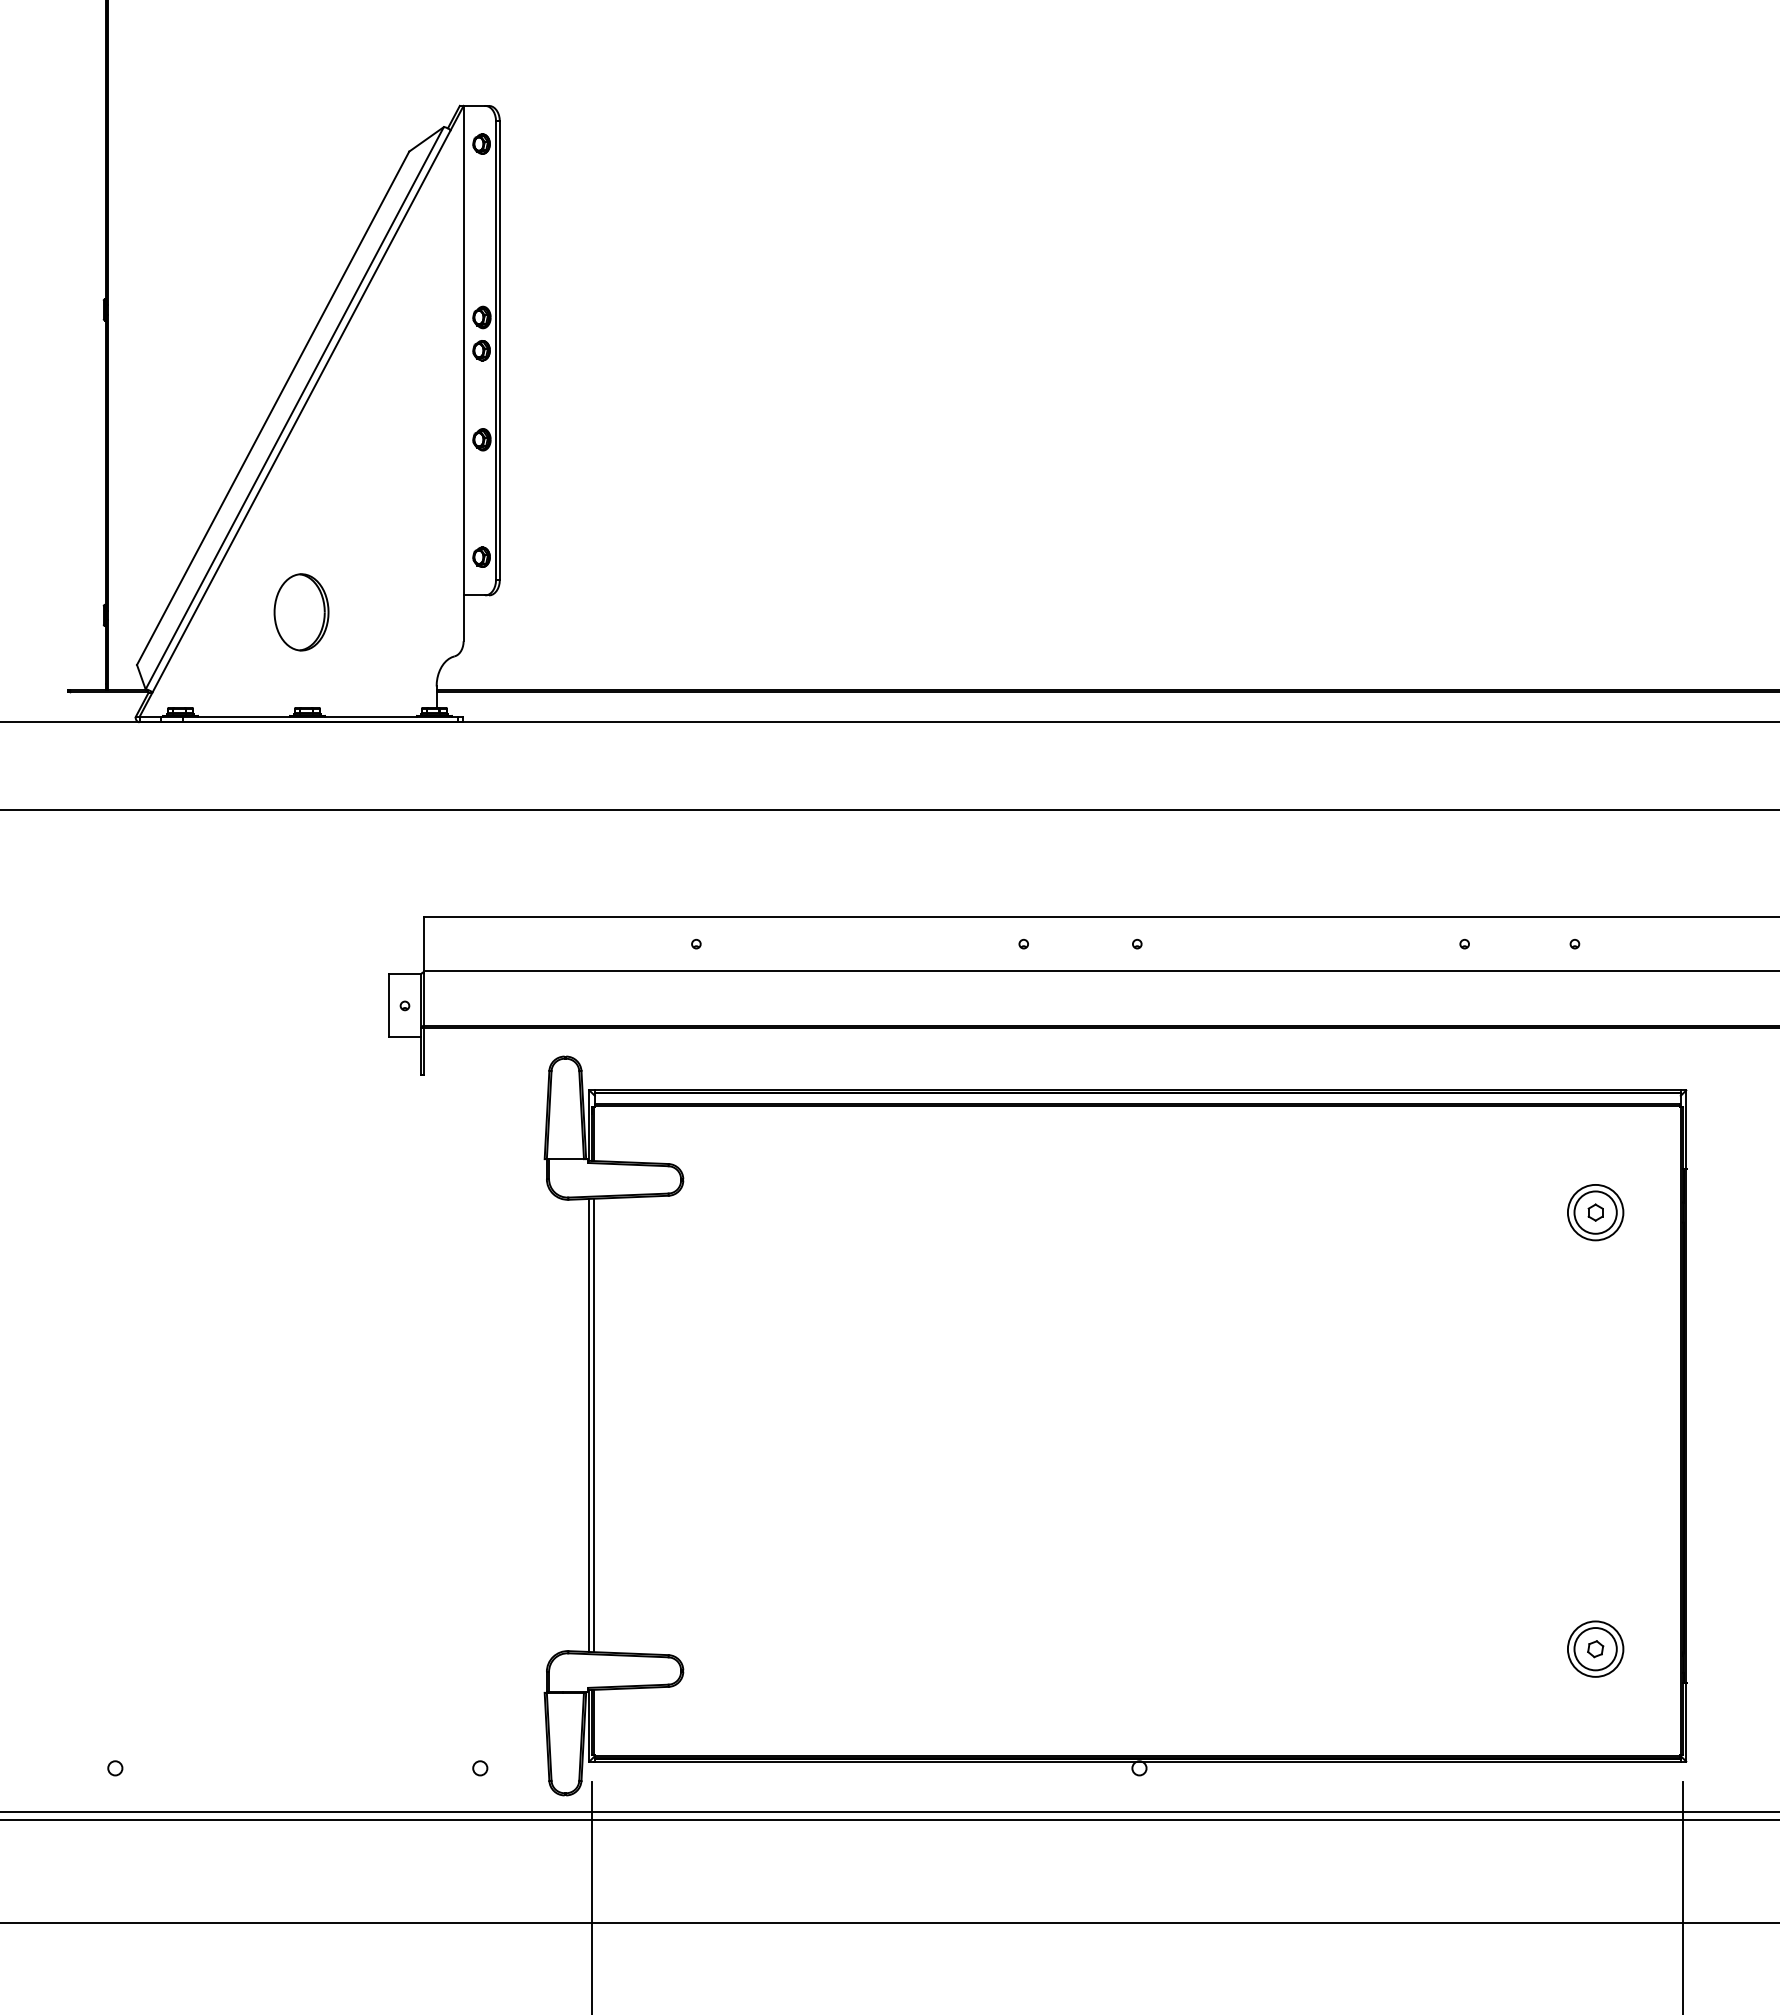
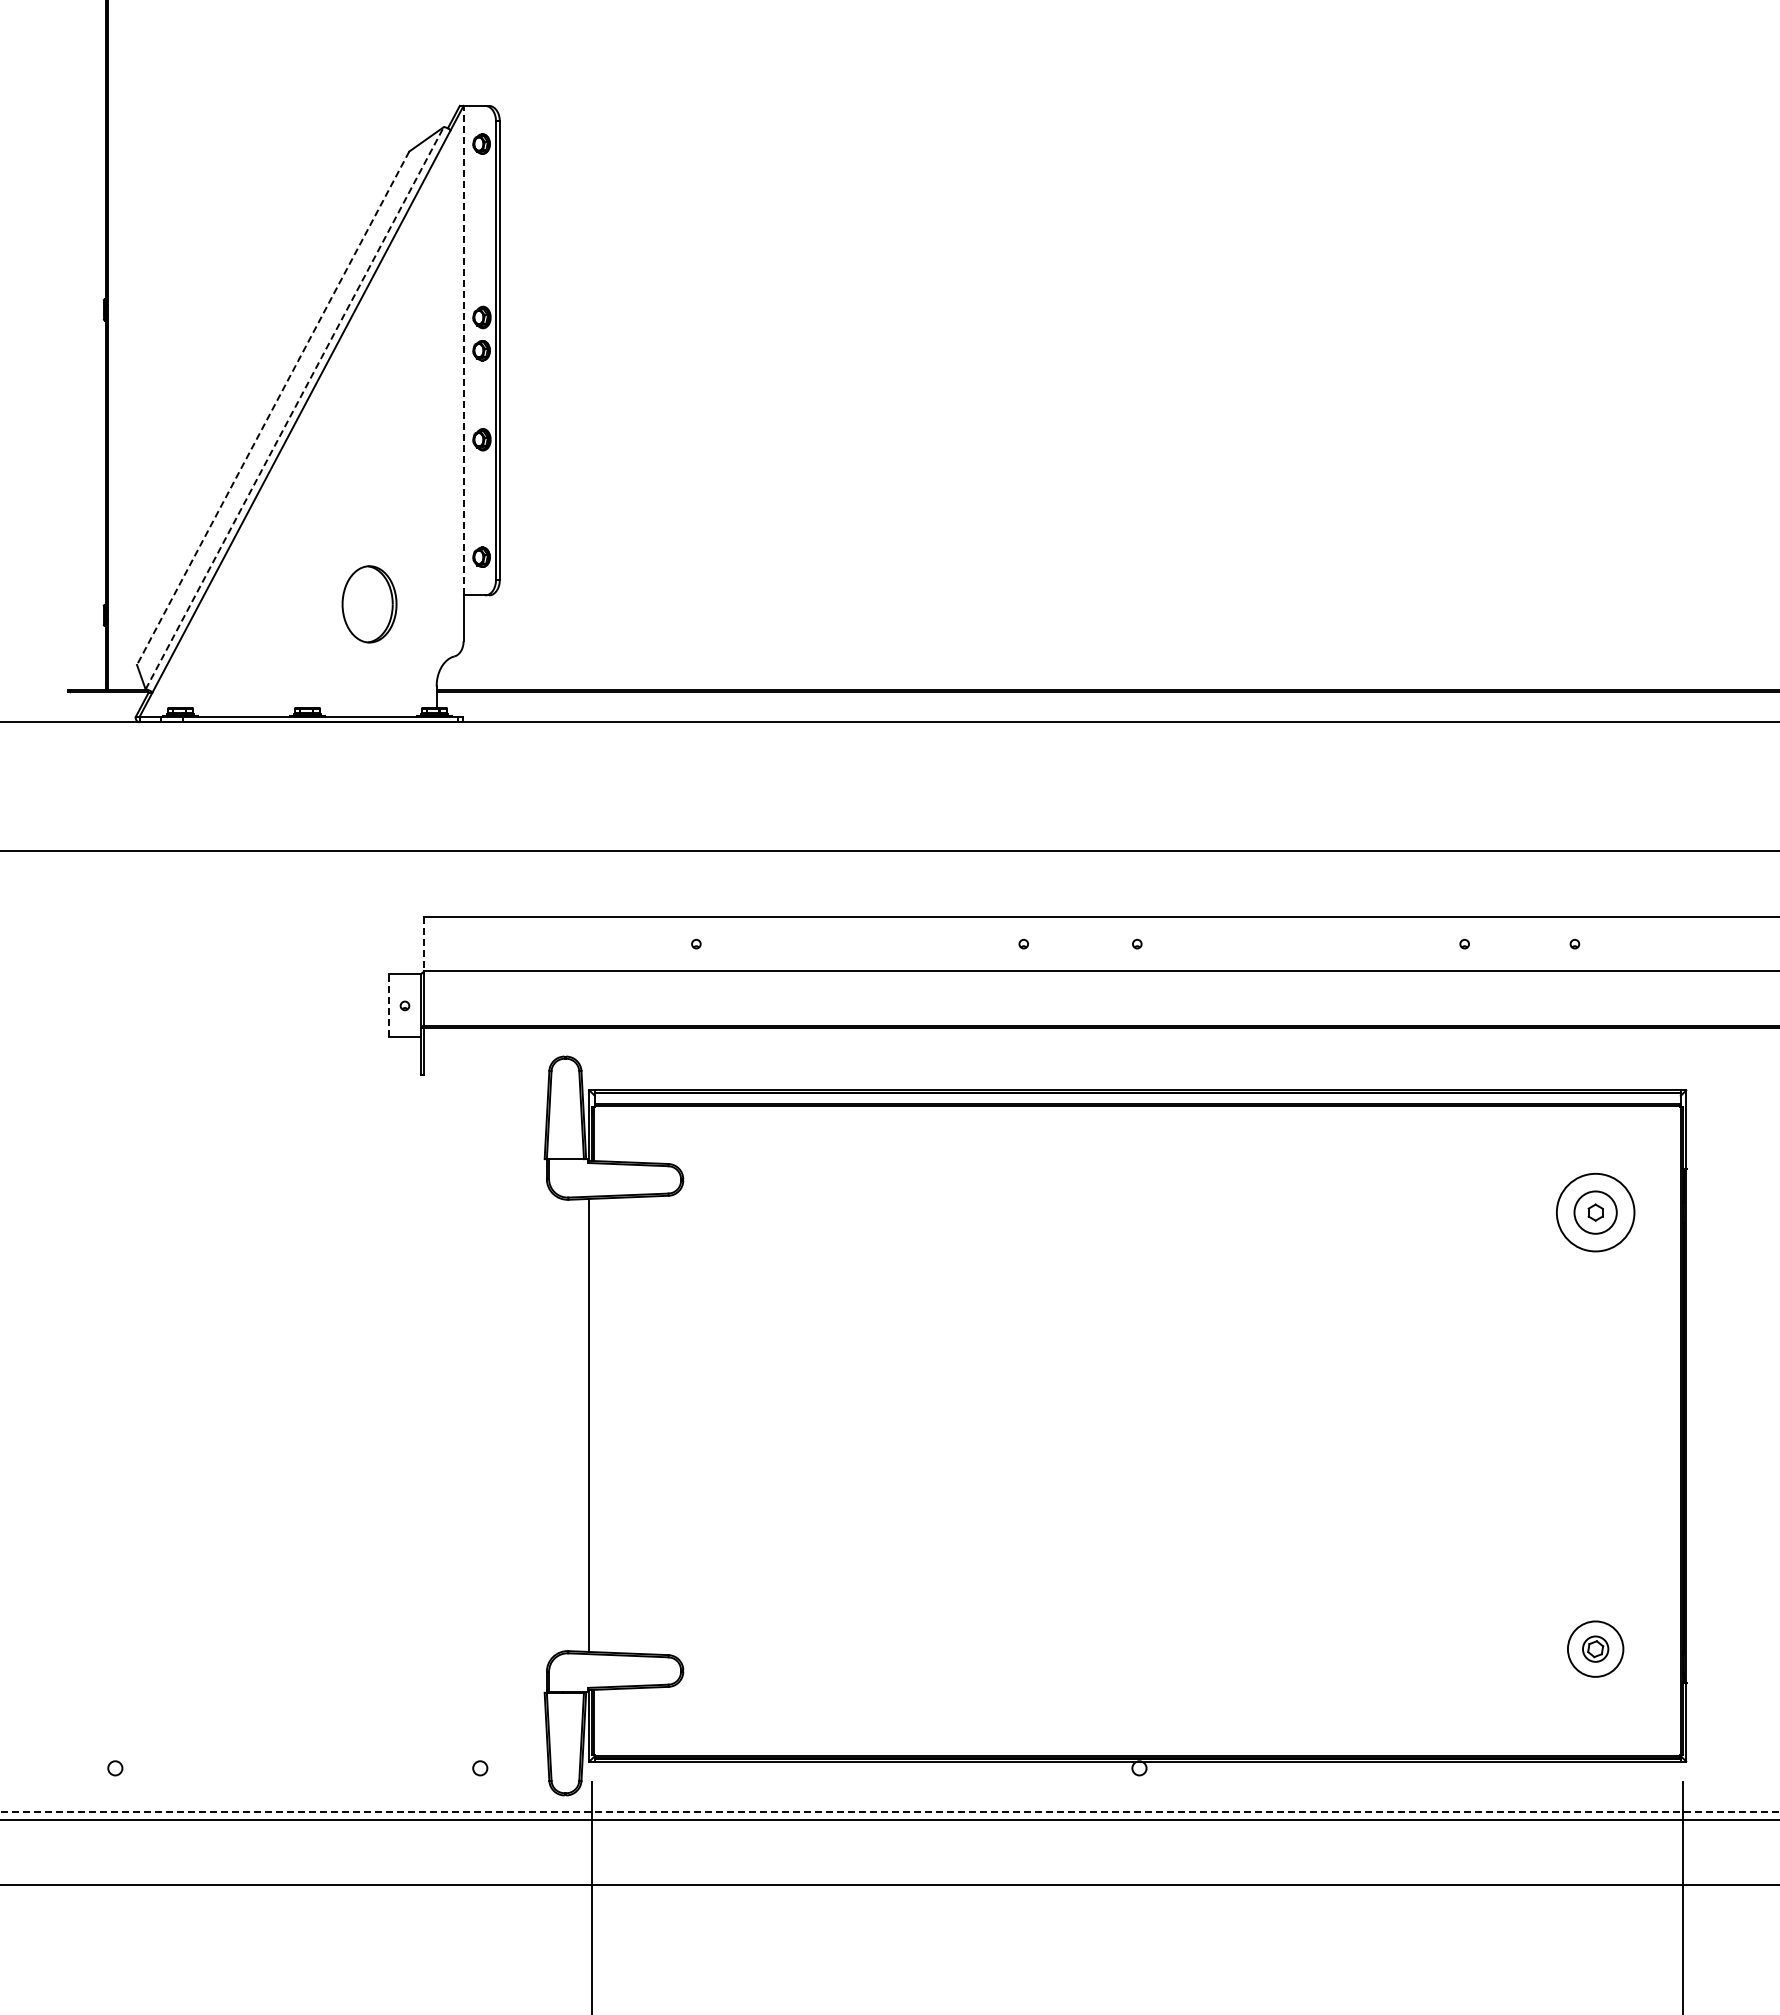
line at (463, 350): solid -> dashed
line at (294, 407): solid -> dashed
line at (273, 408): solid -> dashed
part at (301, 612) position: (301, 612) -> (369, 604)
line at (889, 809) position: (889, 809) -> (889, 850)
line at (423, 944): solid -> dashed
line at (388, 1005): solid -> dashed
circle at (1595, 1212) diameter: 55 px -> 78 px
line at (593, 1425): present -> none
circle at (1595, 1649) diameter: 42 px -> 25 px
line at (889, 1812): solid -> dashed
line at (889, 1922) position: (889, 1922) -> (889, 1884)
